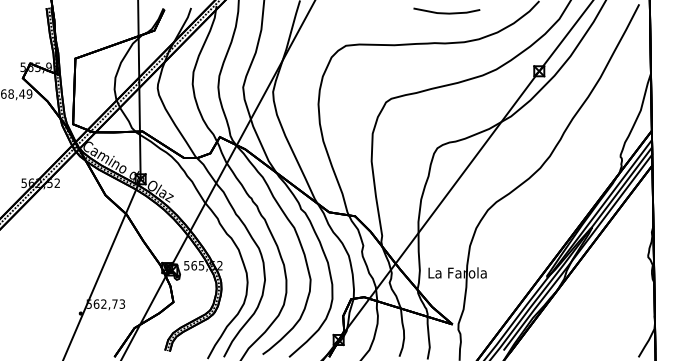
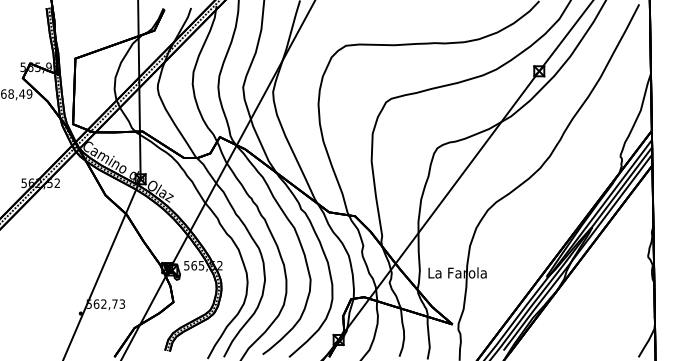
line at (446, 12): present -> none
